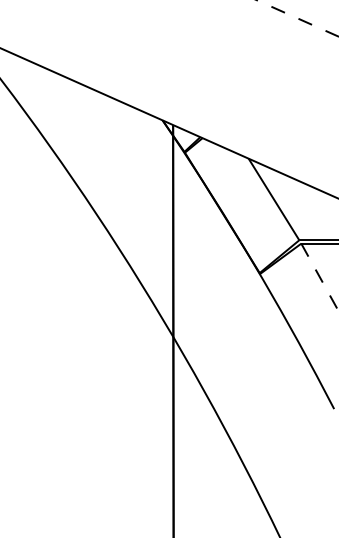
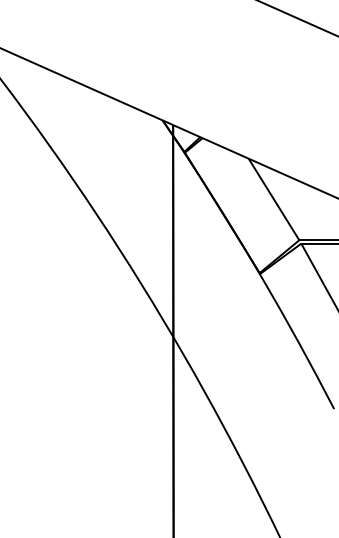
line at (297, 18): dashed -> solid
line at (320, 277): dashed -> solid
